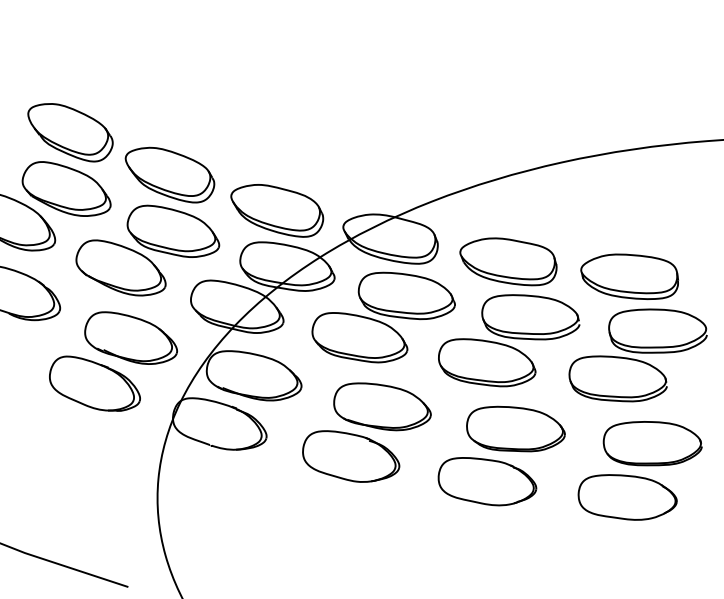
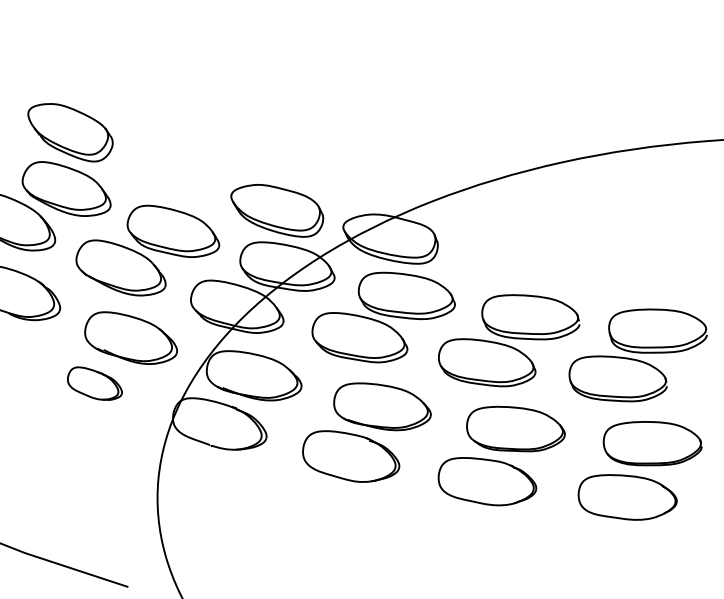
part at (169, 174): present -> none
part at (508, 261): present -> none
part at (629, 276): present -> none
part at (94, 383) size: 92x57 px -> 56x35 px
